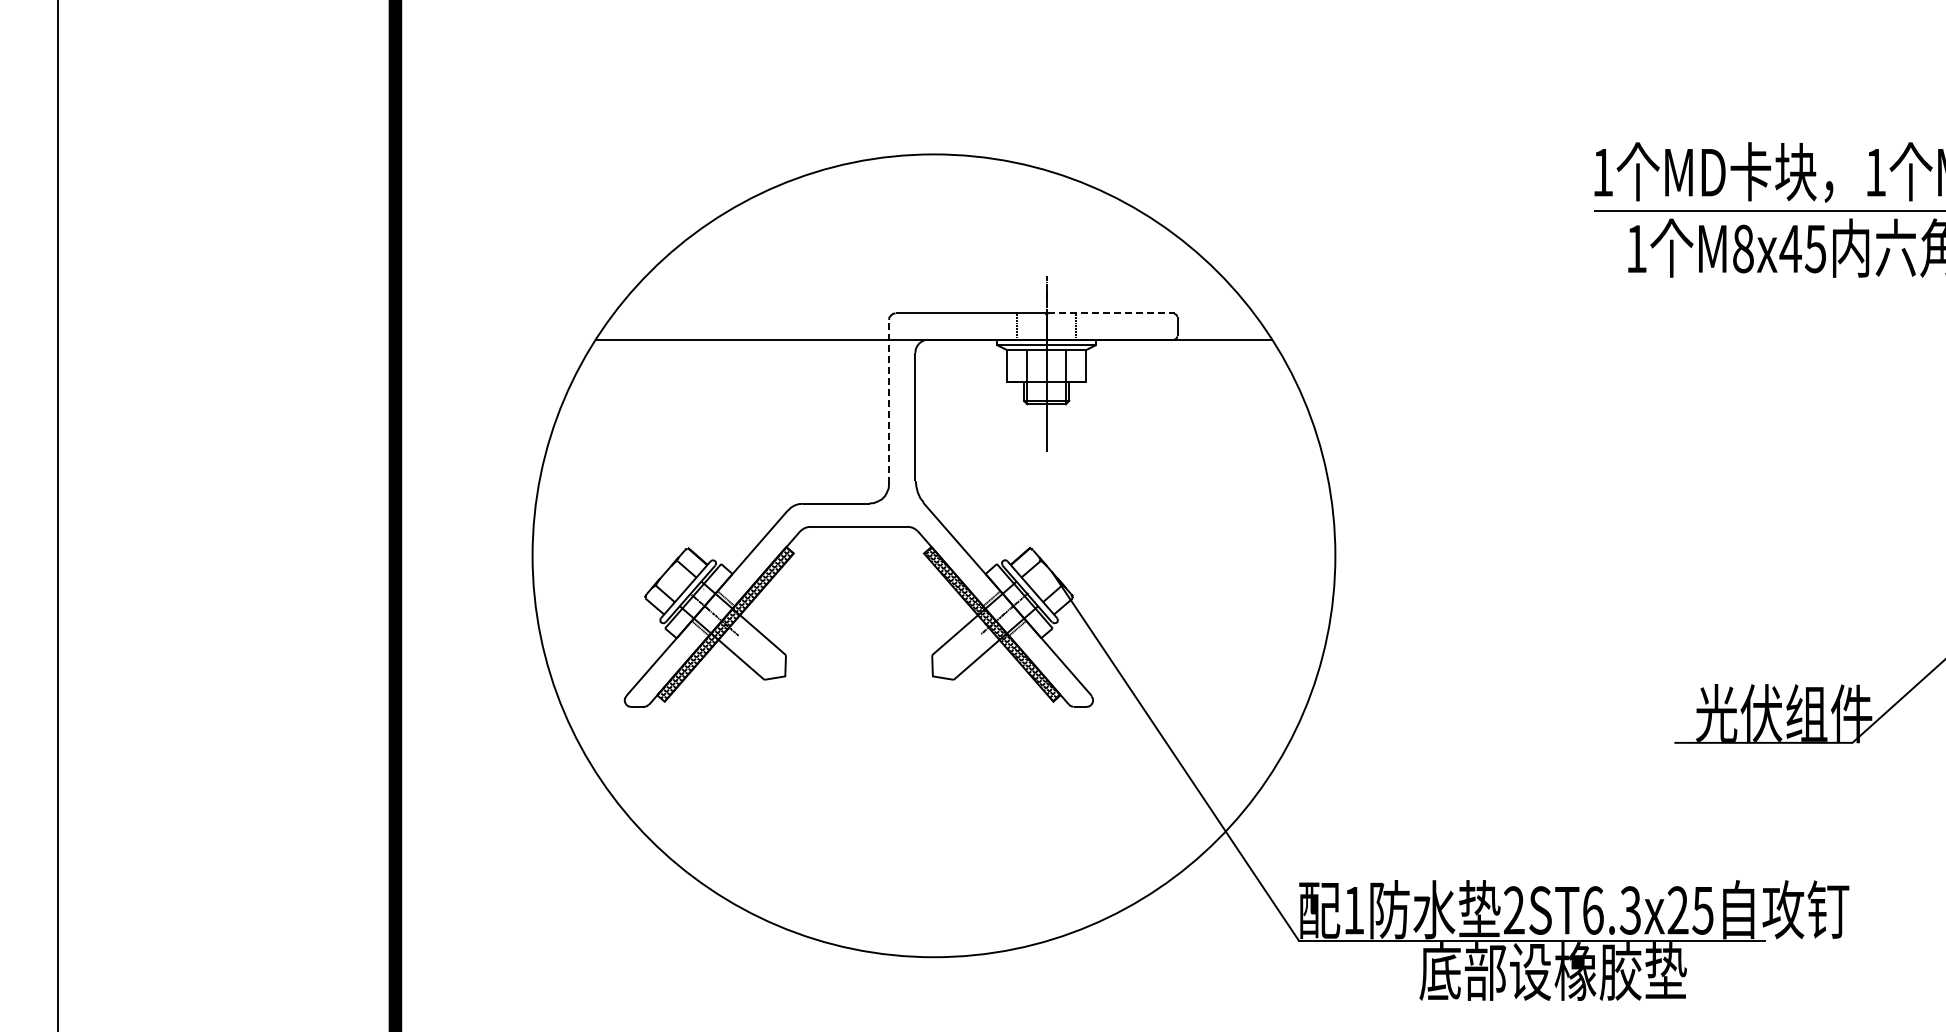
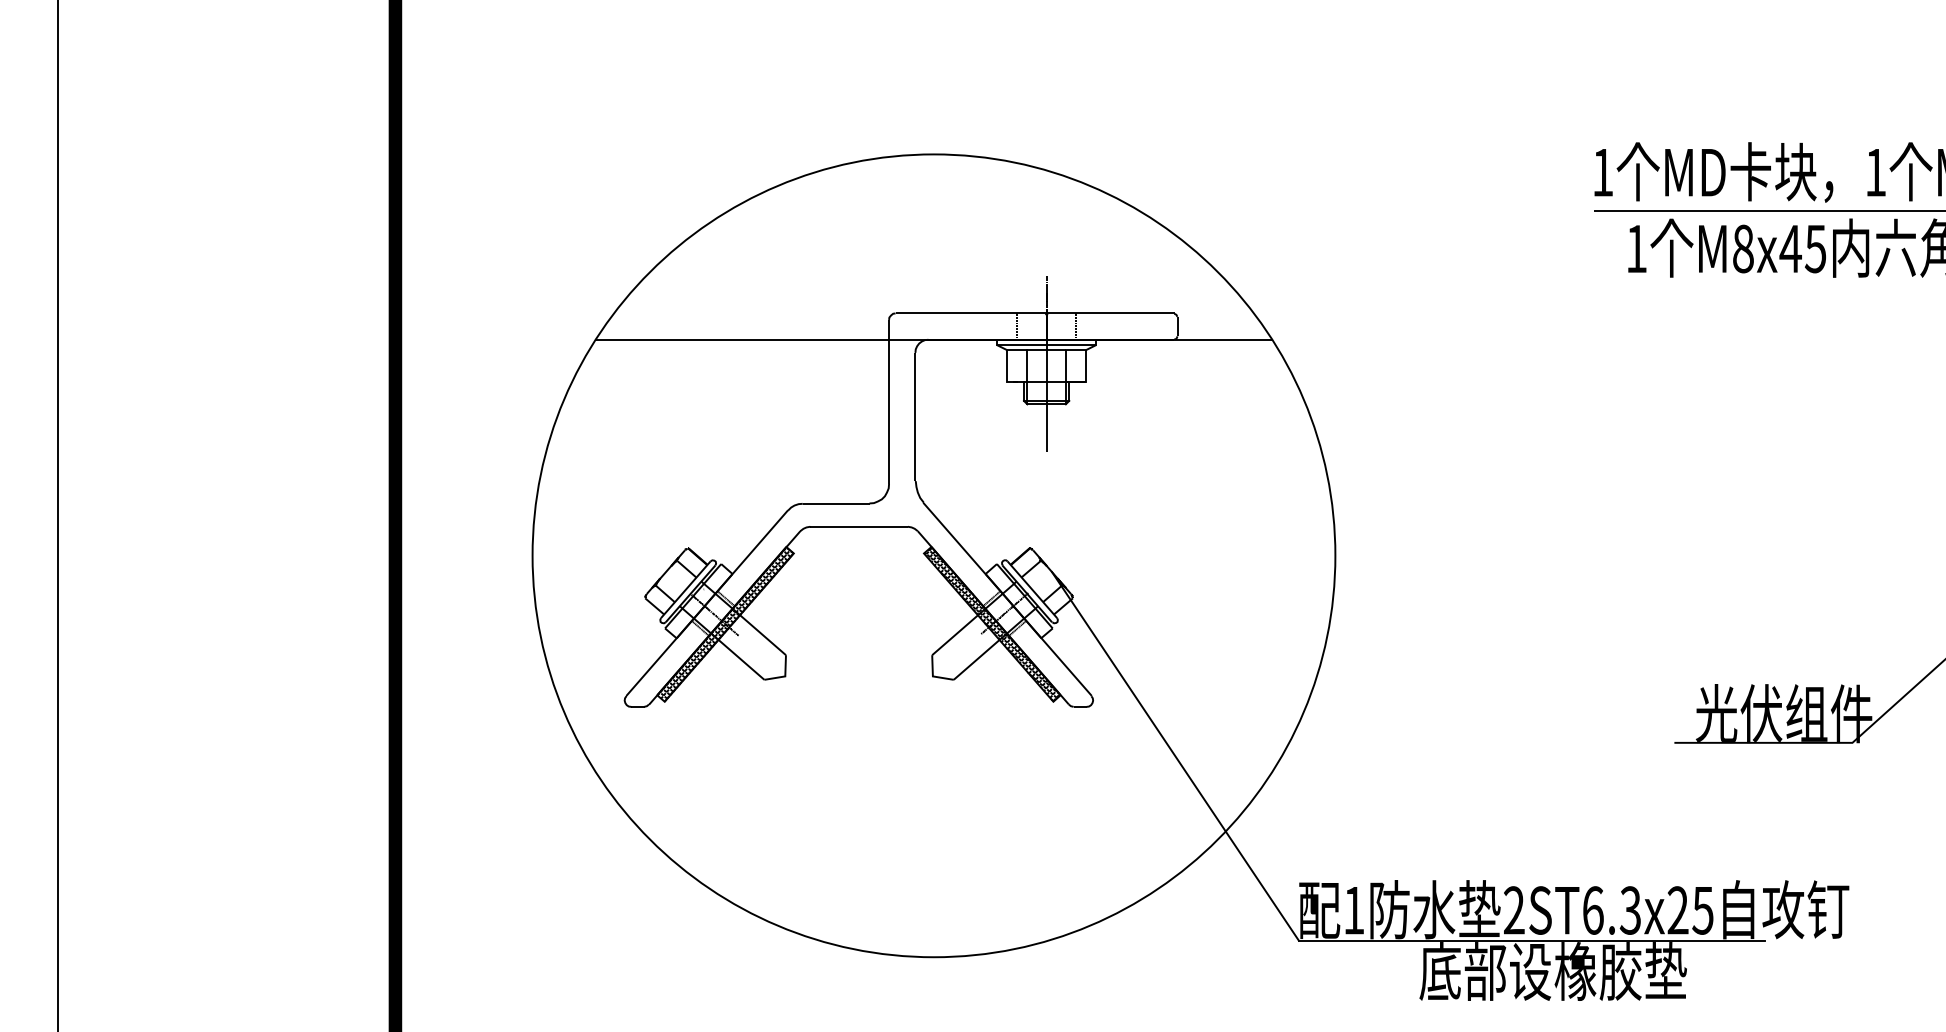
line at (1111, 313): dashed -> solid
line at (889, 401): dashed -> solid
